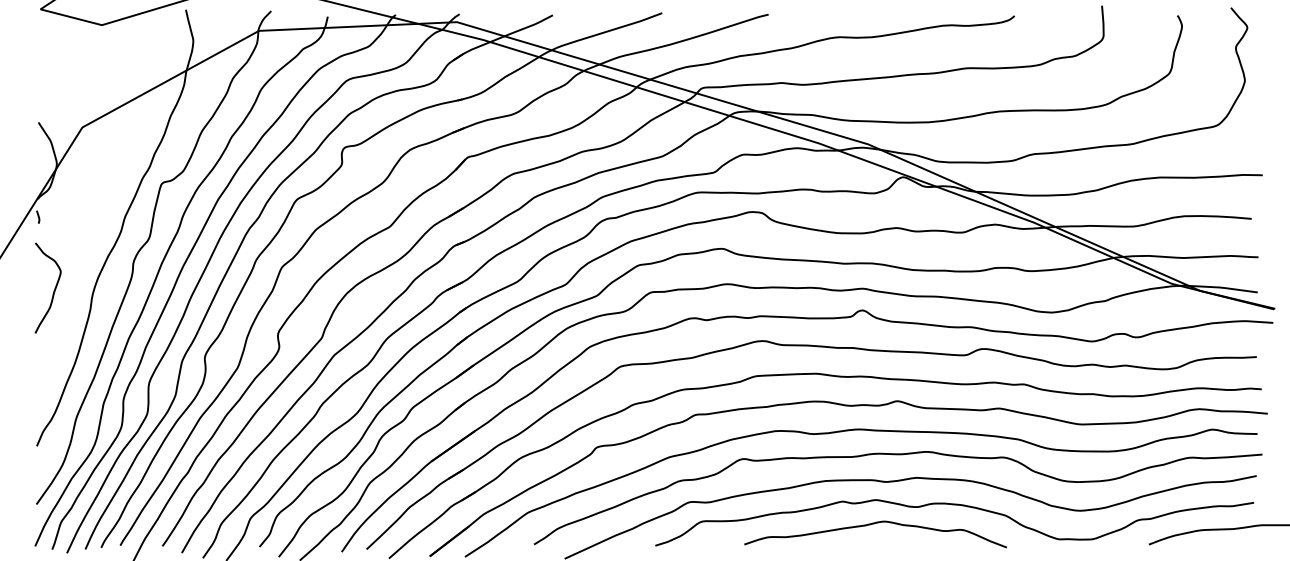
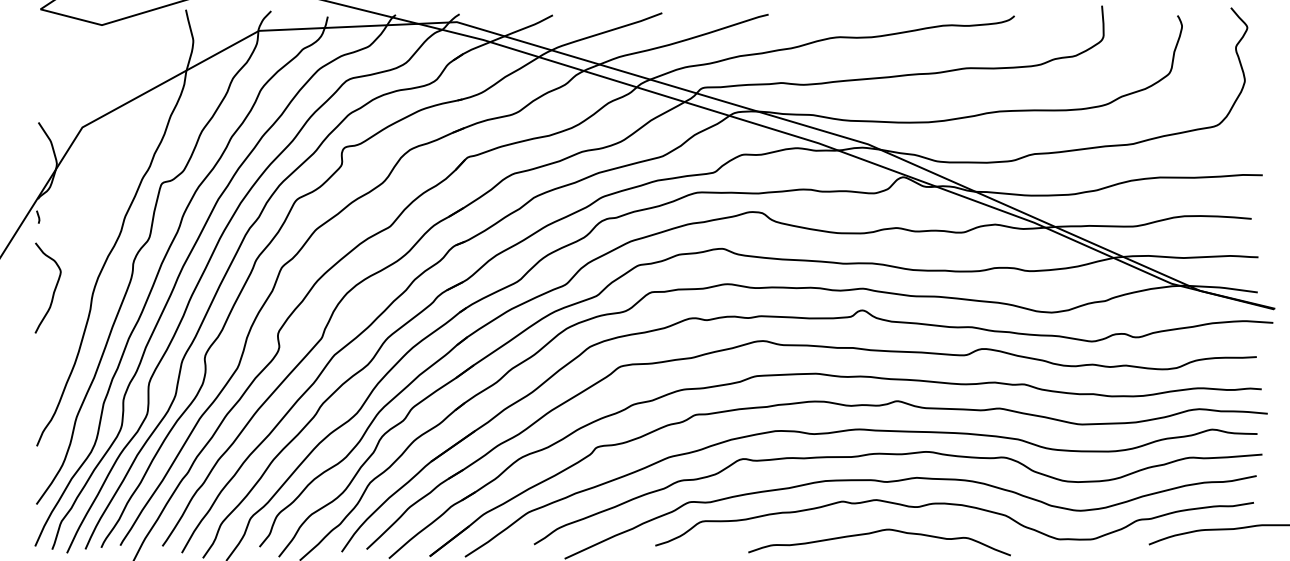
curve at (874, 524) position: (874, 524) -> (878, 532)
